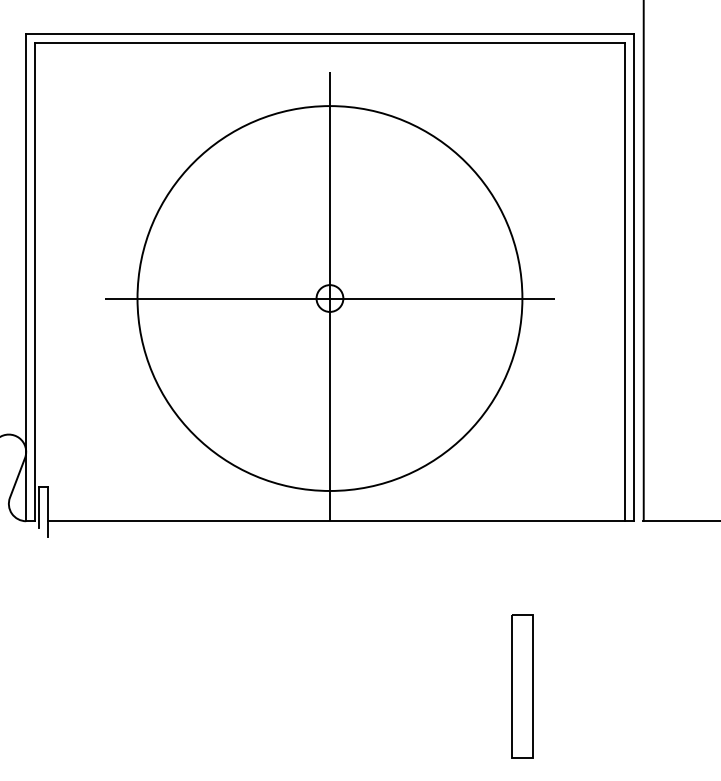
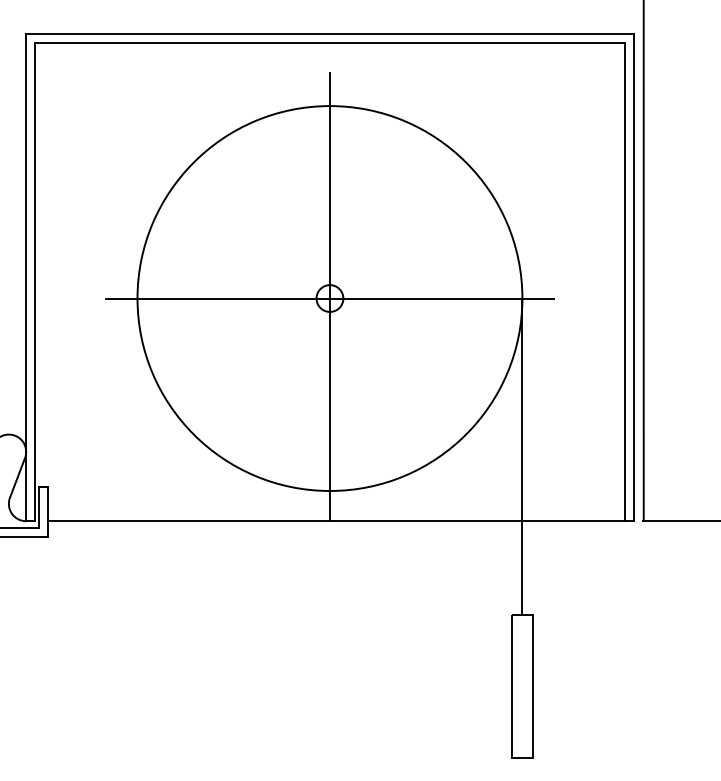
line at (522, 456): none -> present
line at (20, 527): none -> present
line at (24, 536): none -> present
